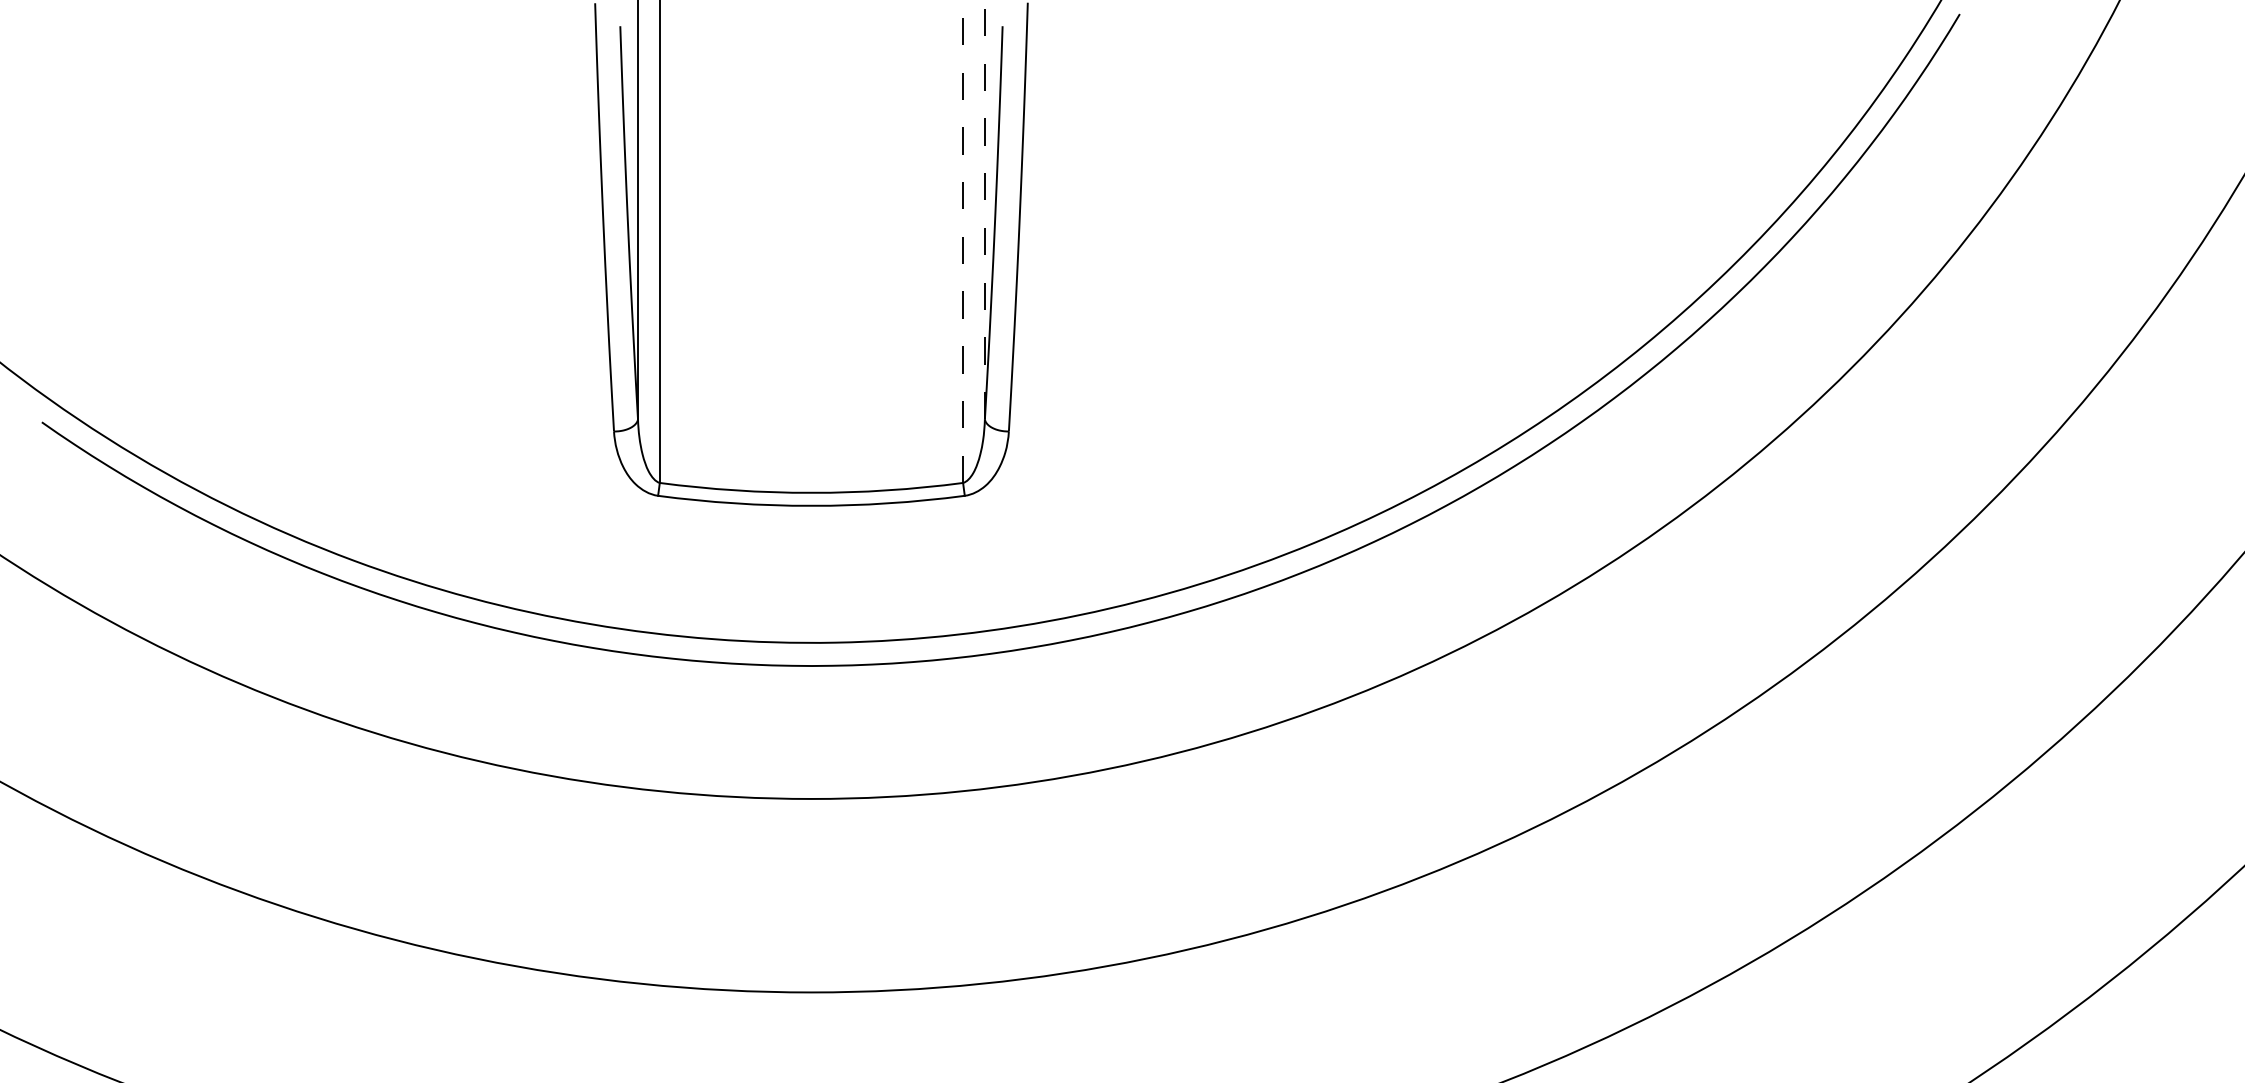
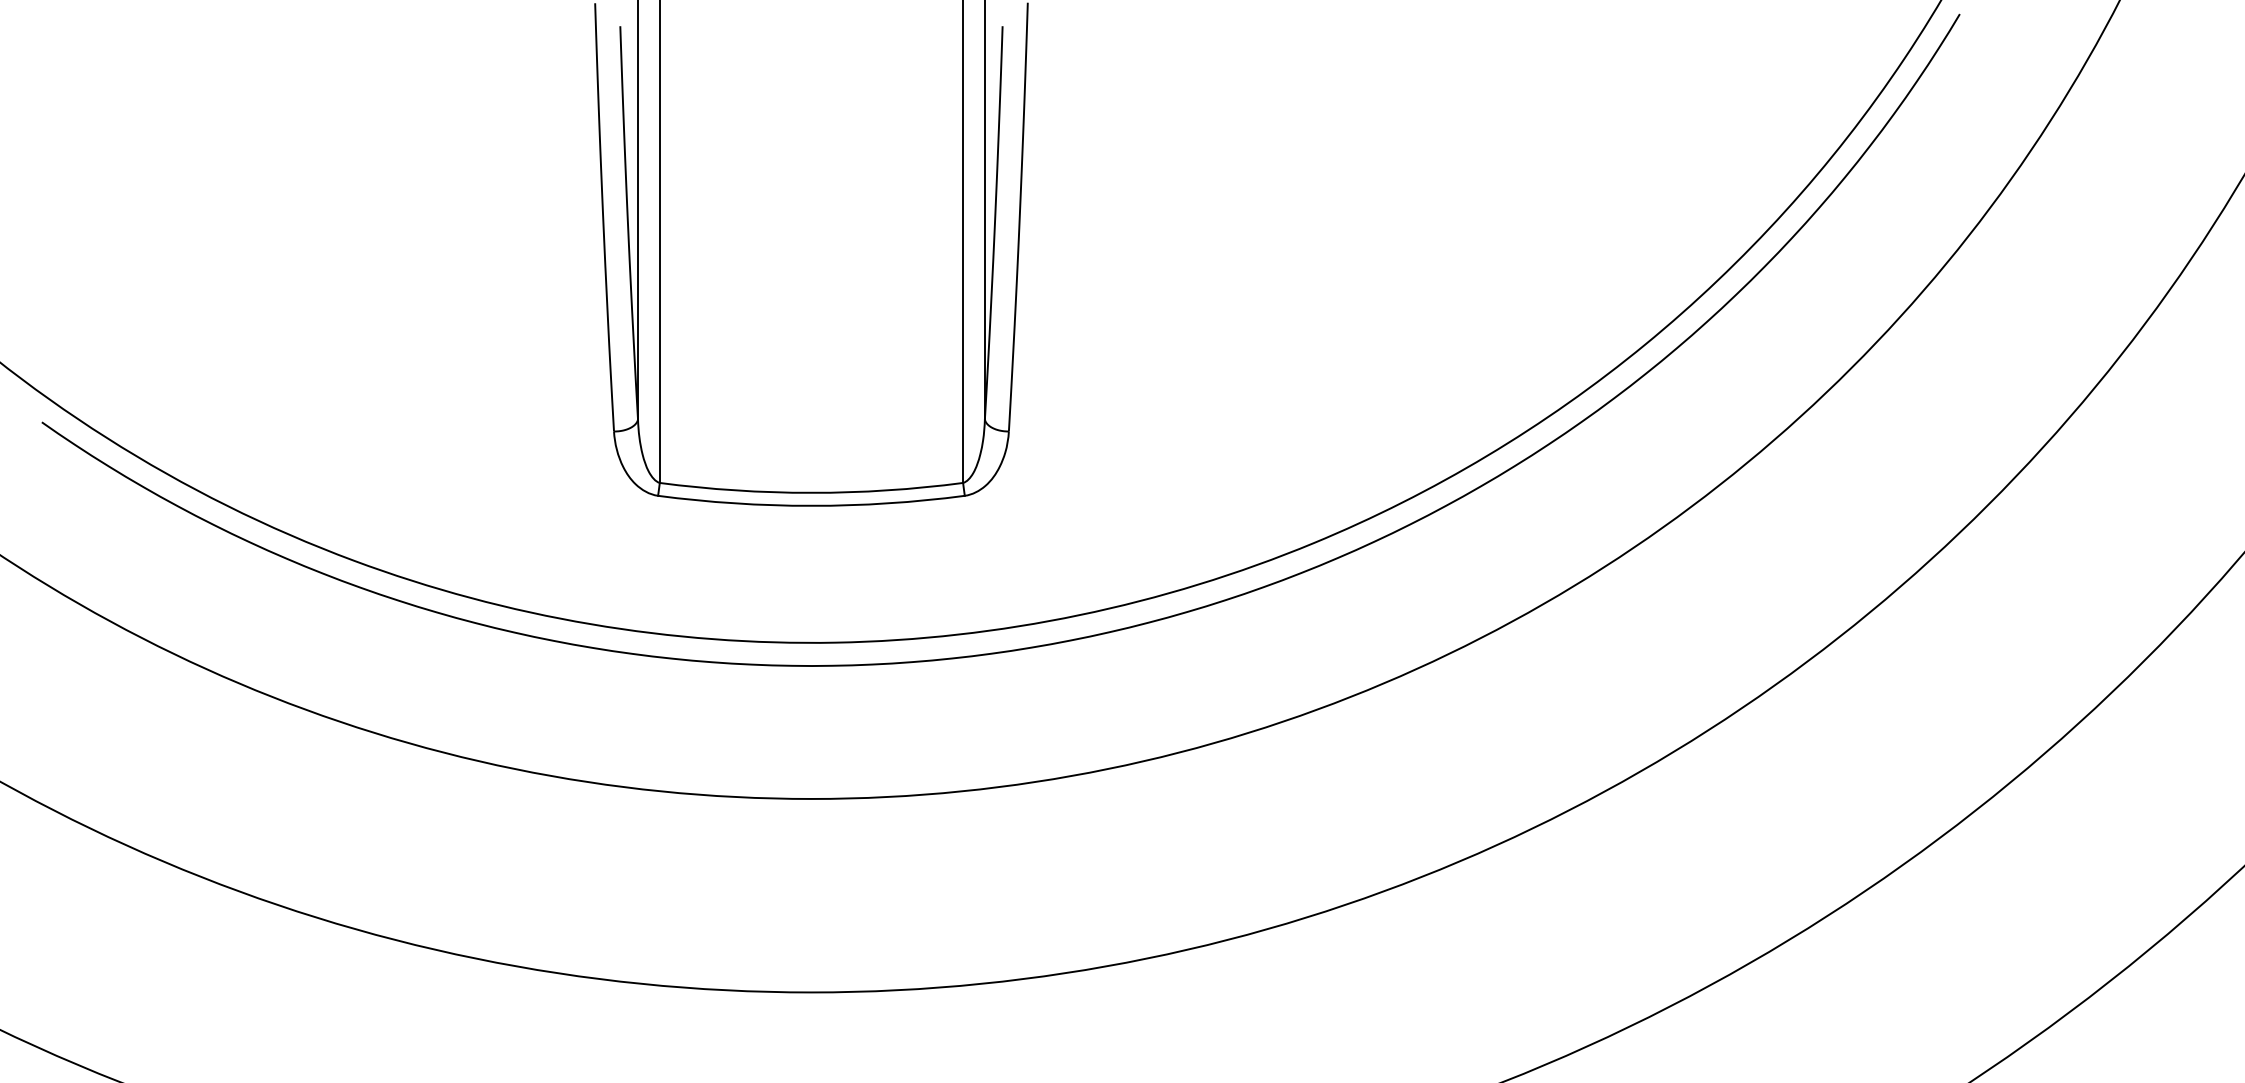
line at (984, 209): dashed -> solid
line at (963, 242): dashed -> solid
